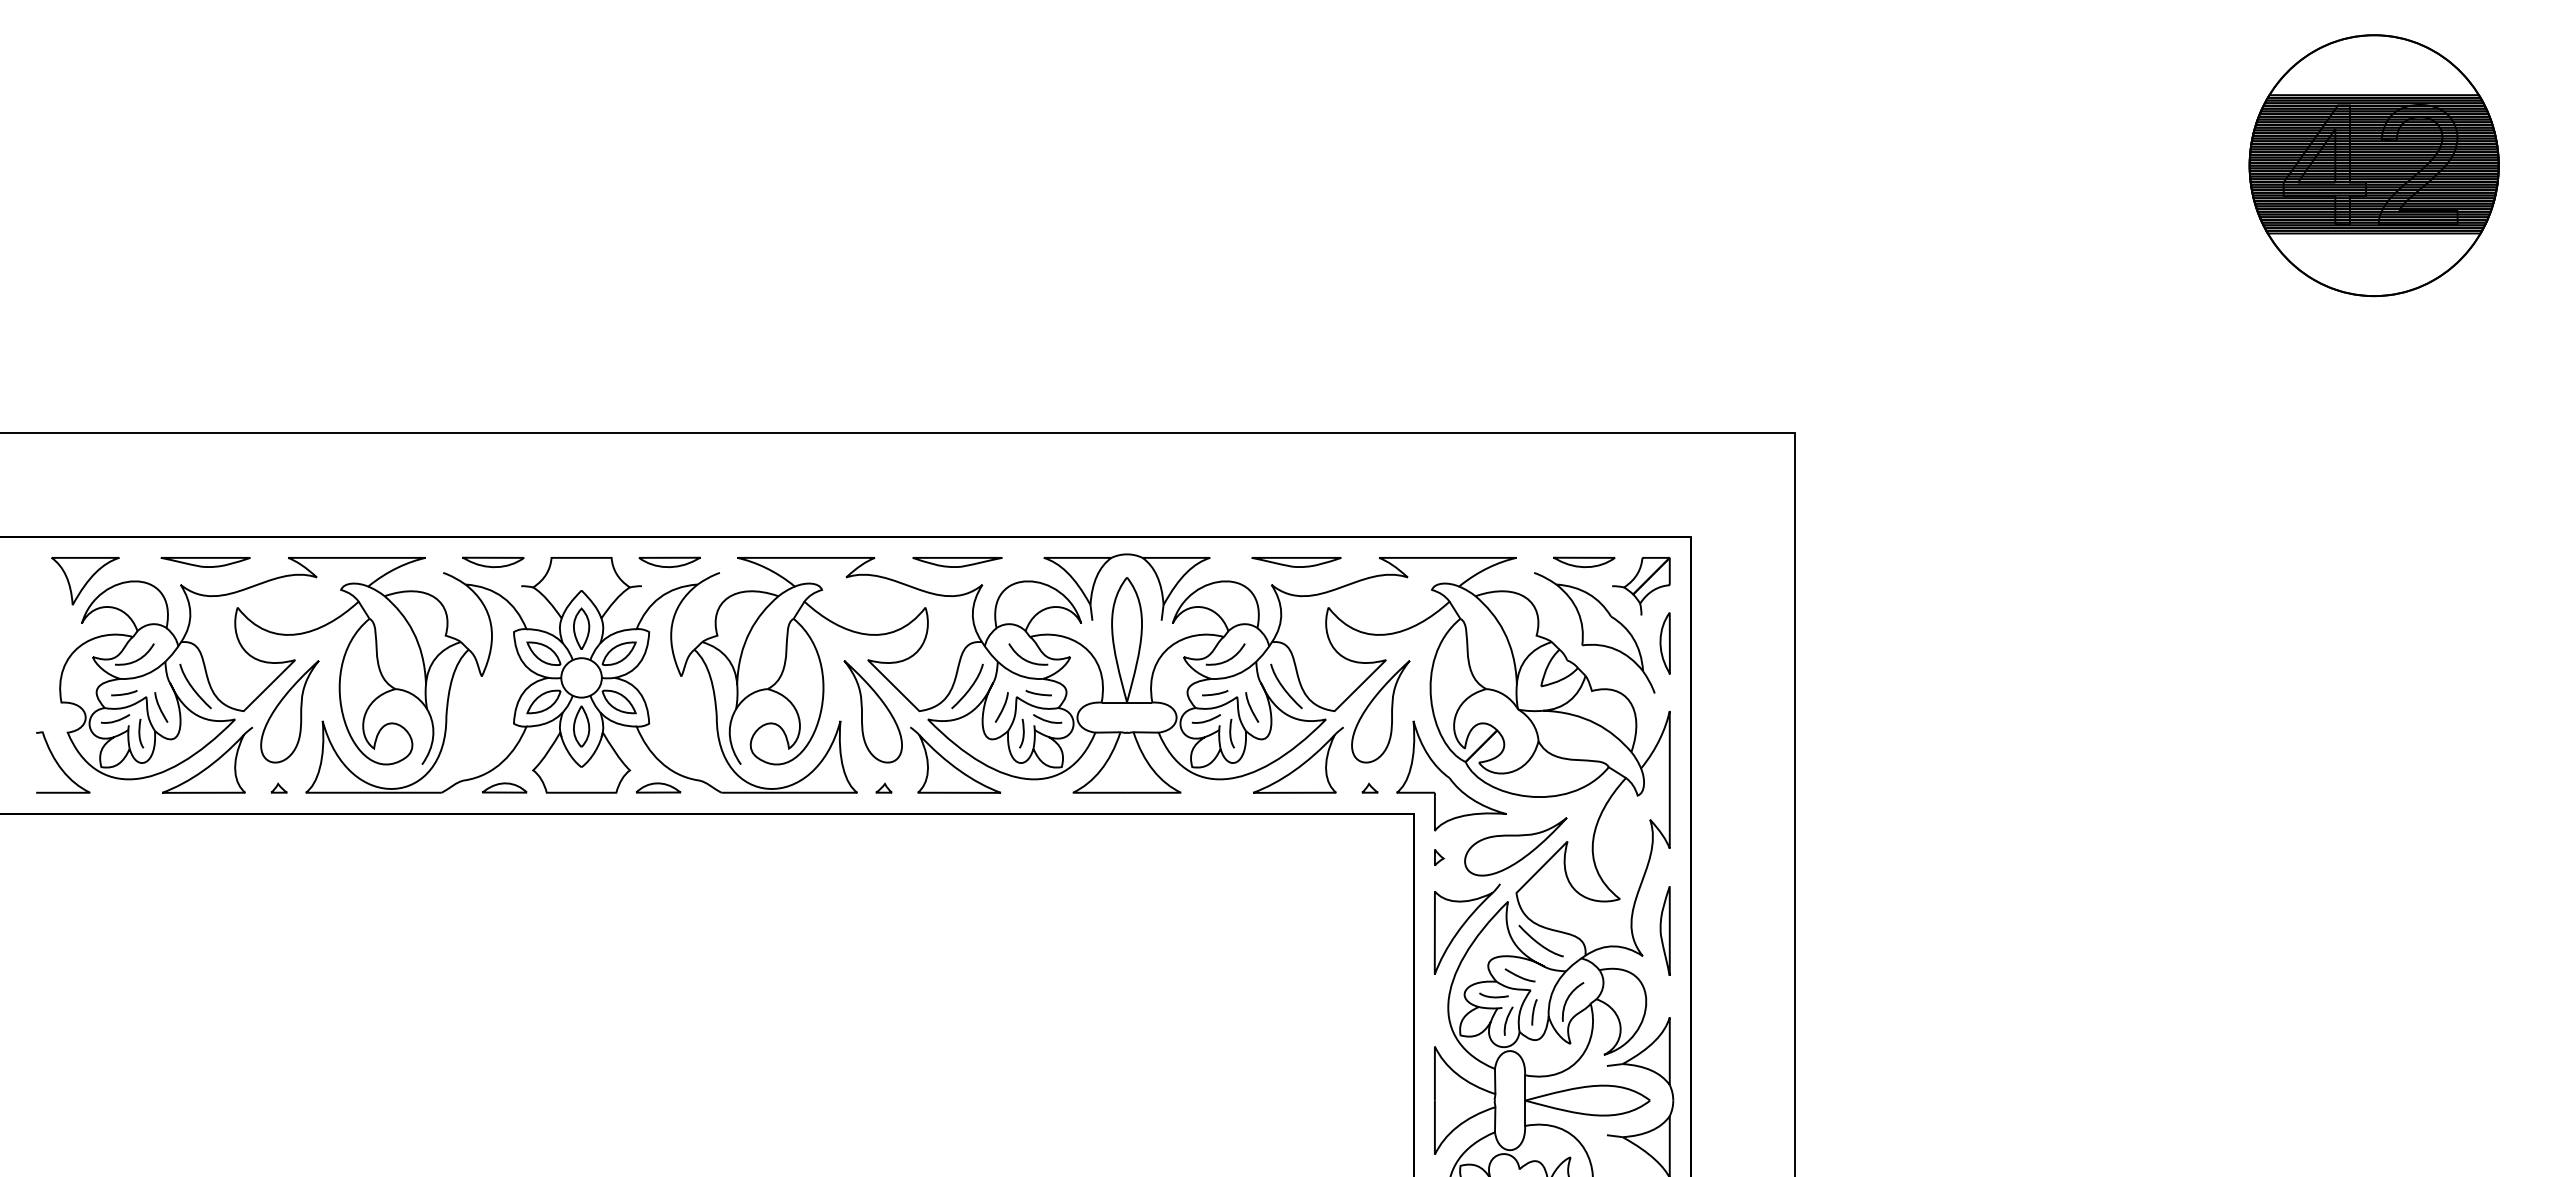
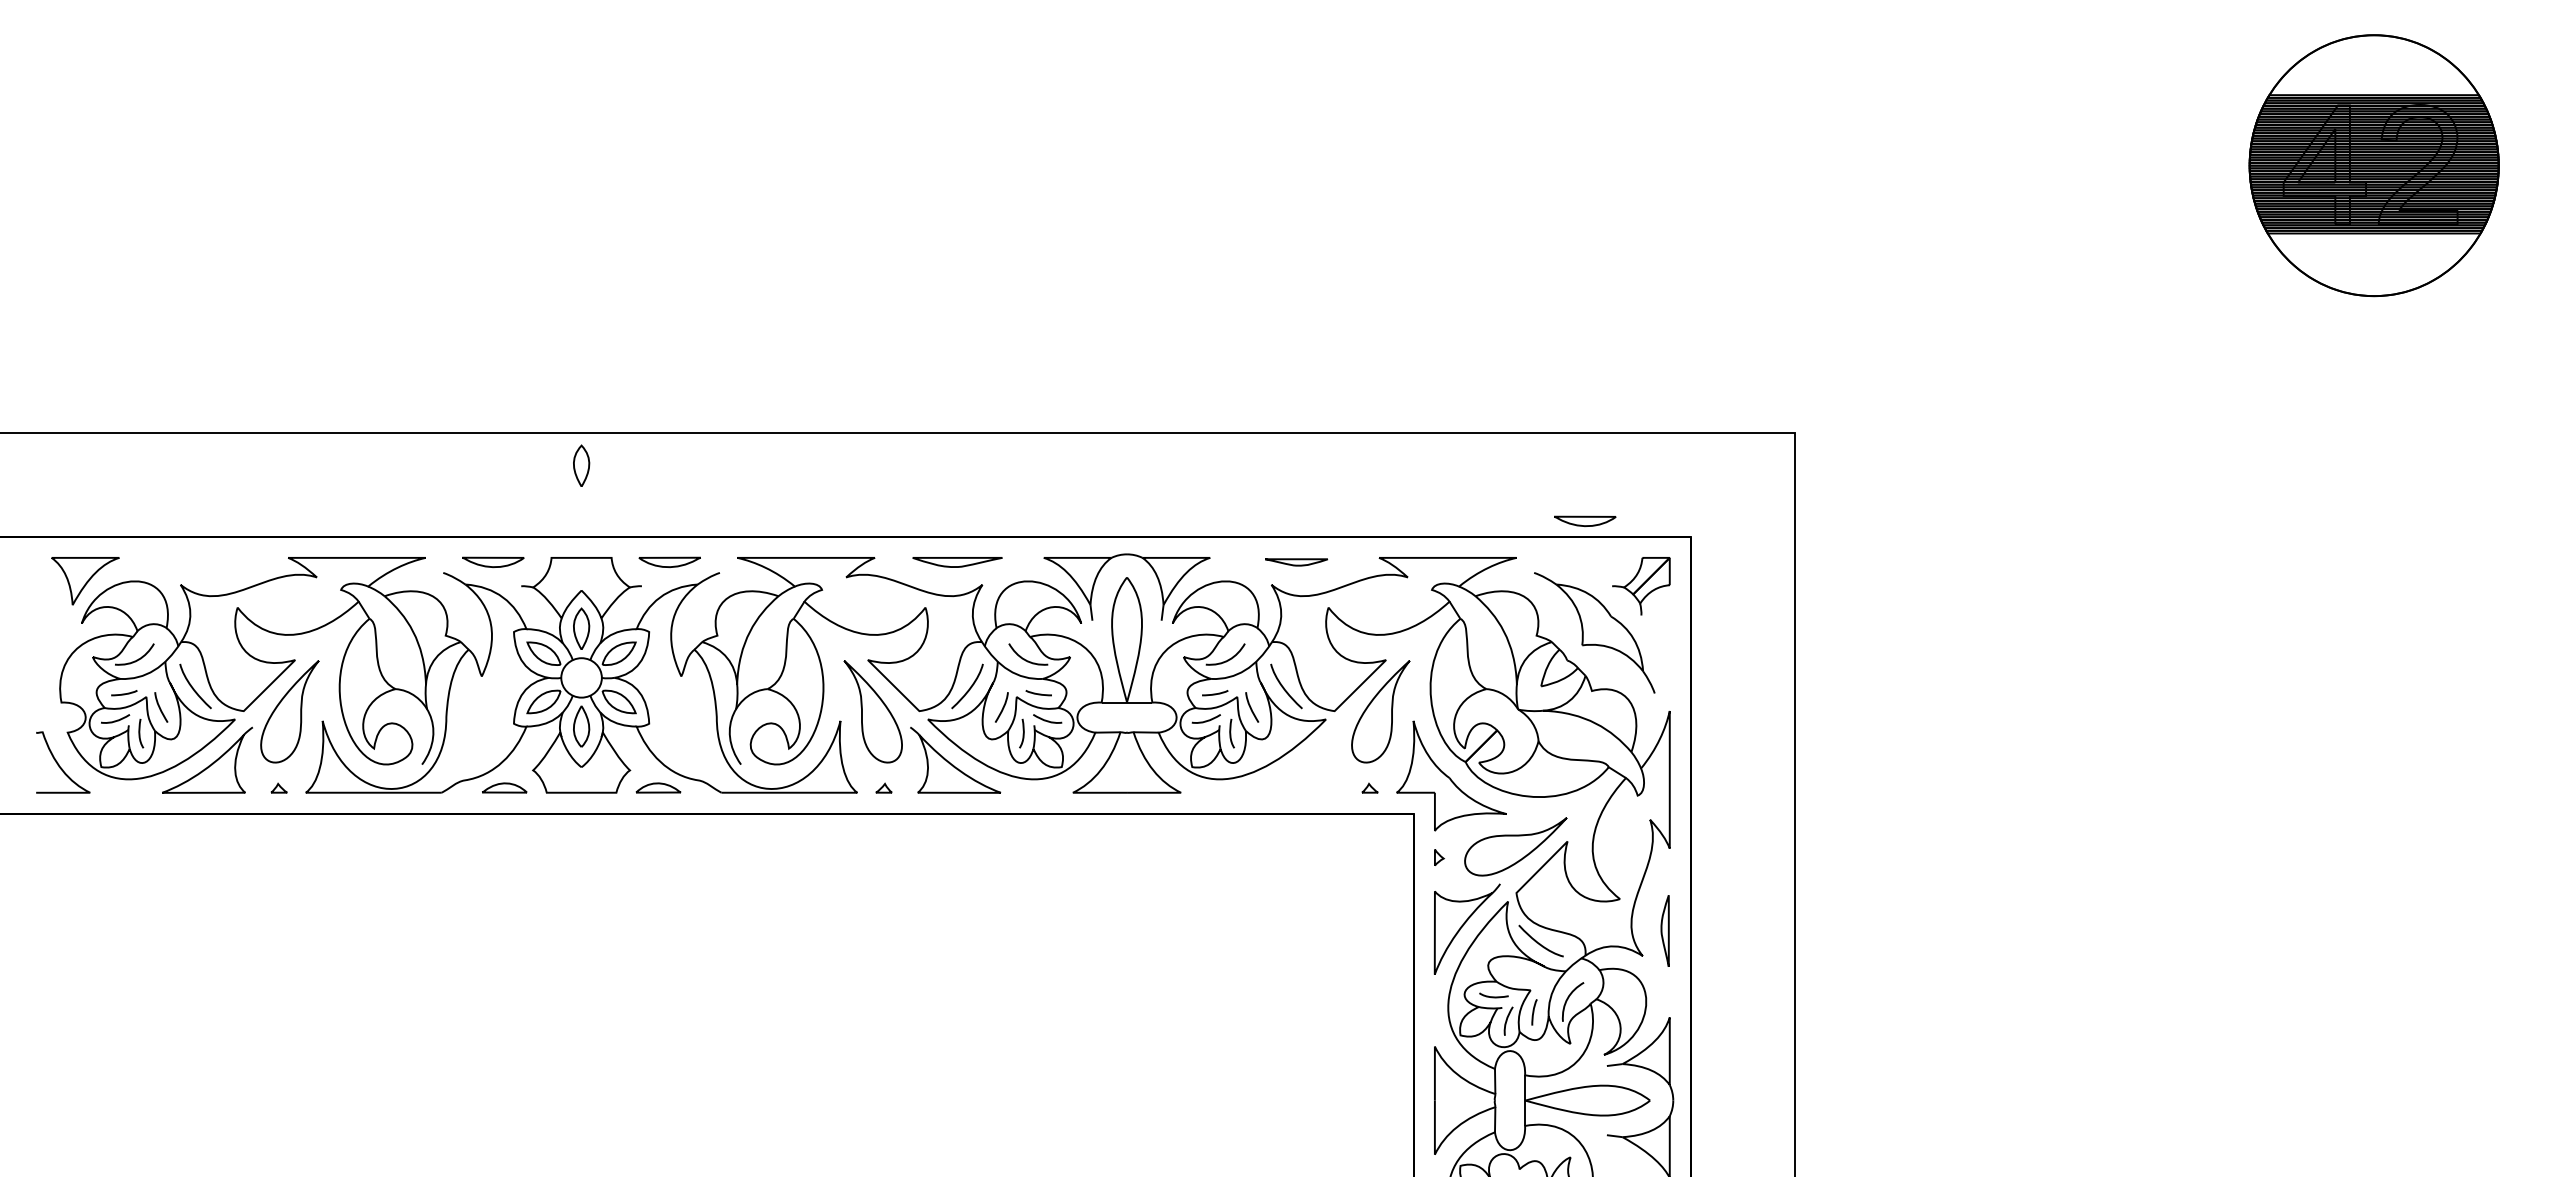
part at (581, 465): none -> present
part at (1584, 561) position: (1584, 561) -> (1585, 520)
part at (205, 562): present -> none
part at (1296, 562) size: 91x11 px -> 63x9 px
part at (1664, 643): present -> none
part at (1298, 759): present -> none
part at (1664, 930) size: 12x90 px -> 10x72 px
curve at (1519, 975): present -> none
